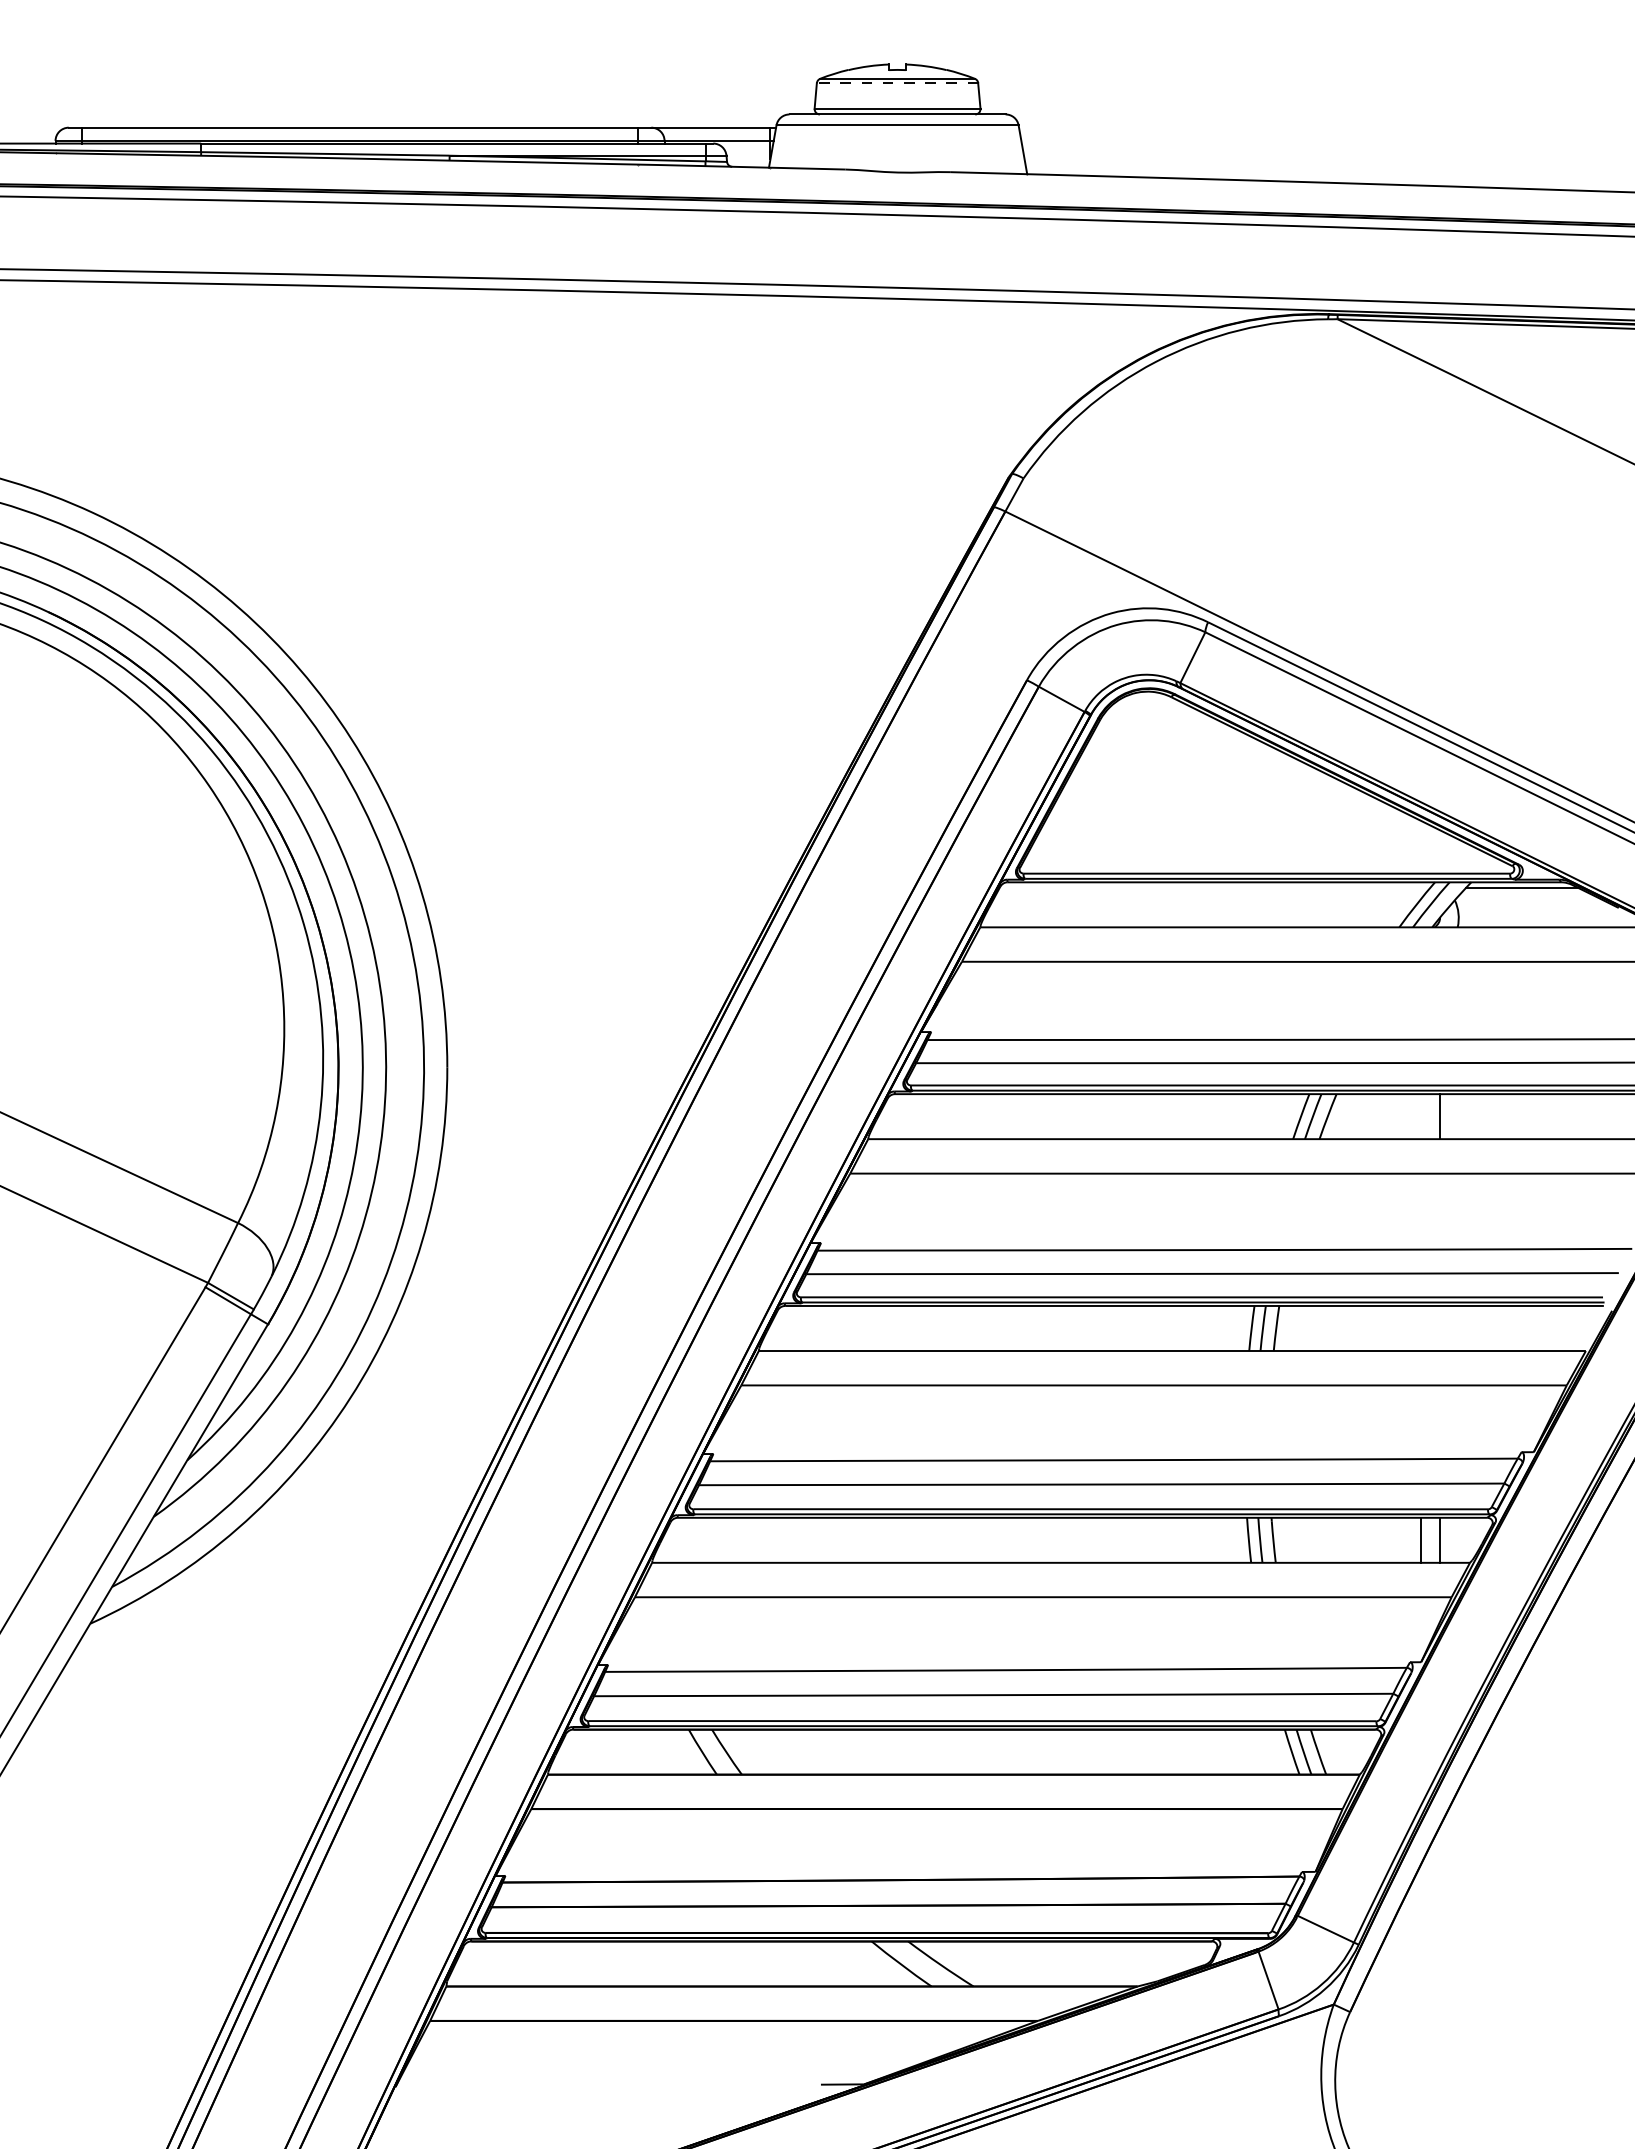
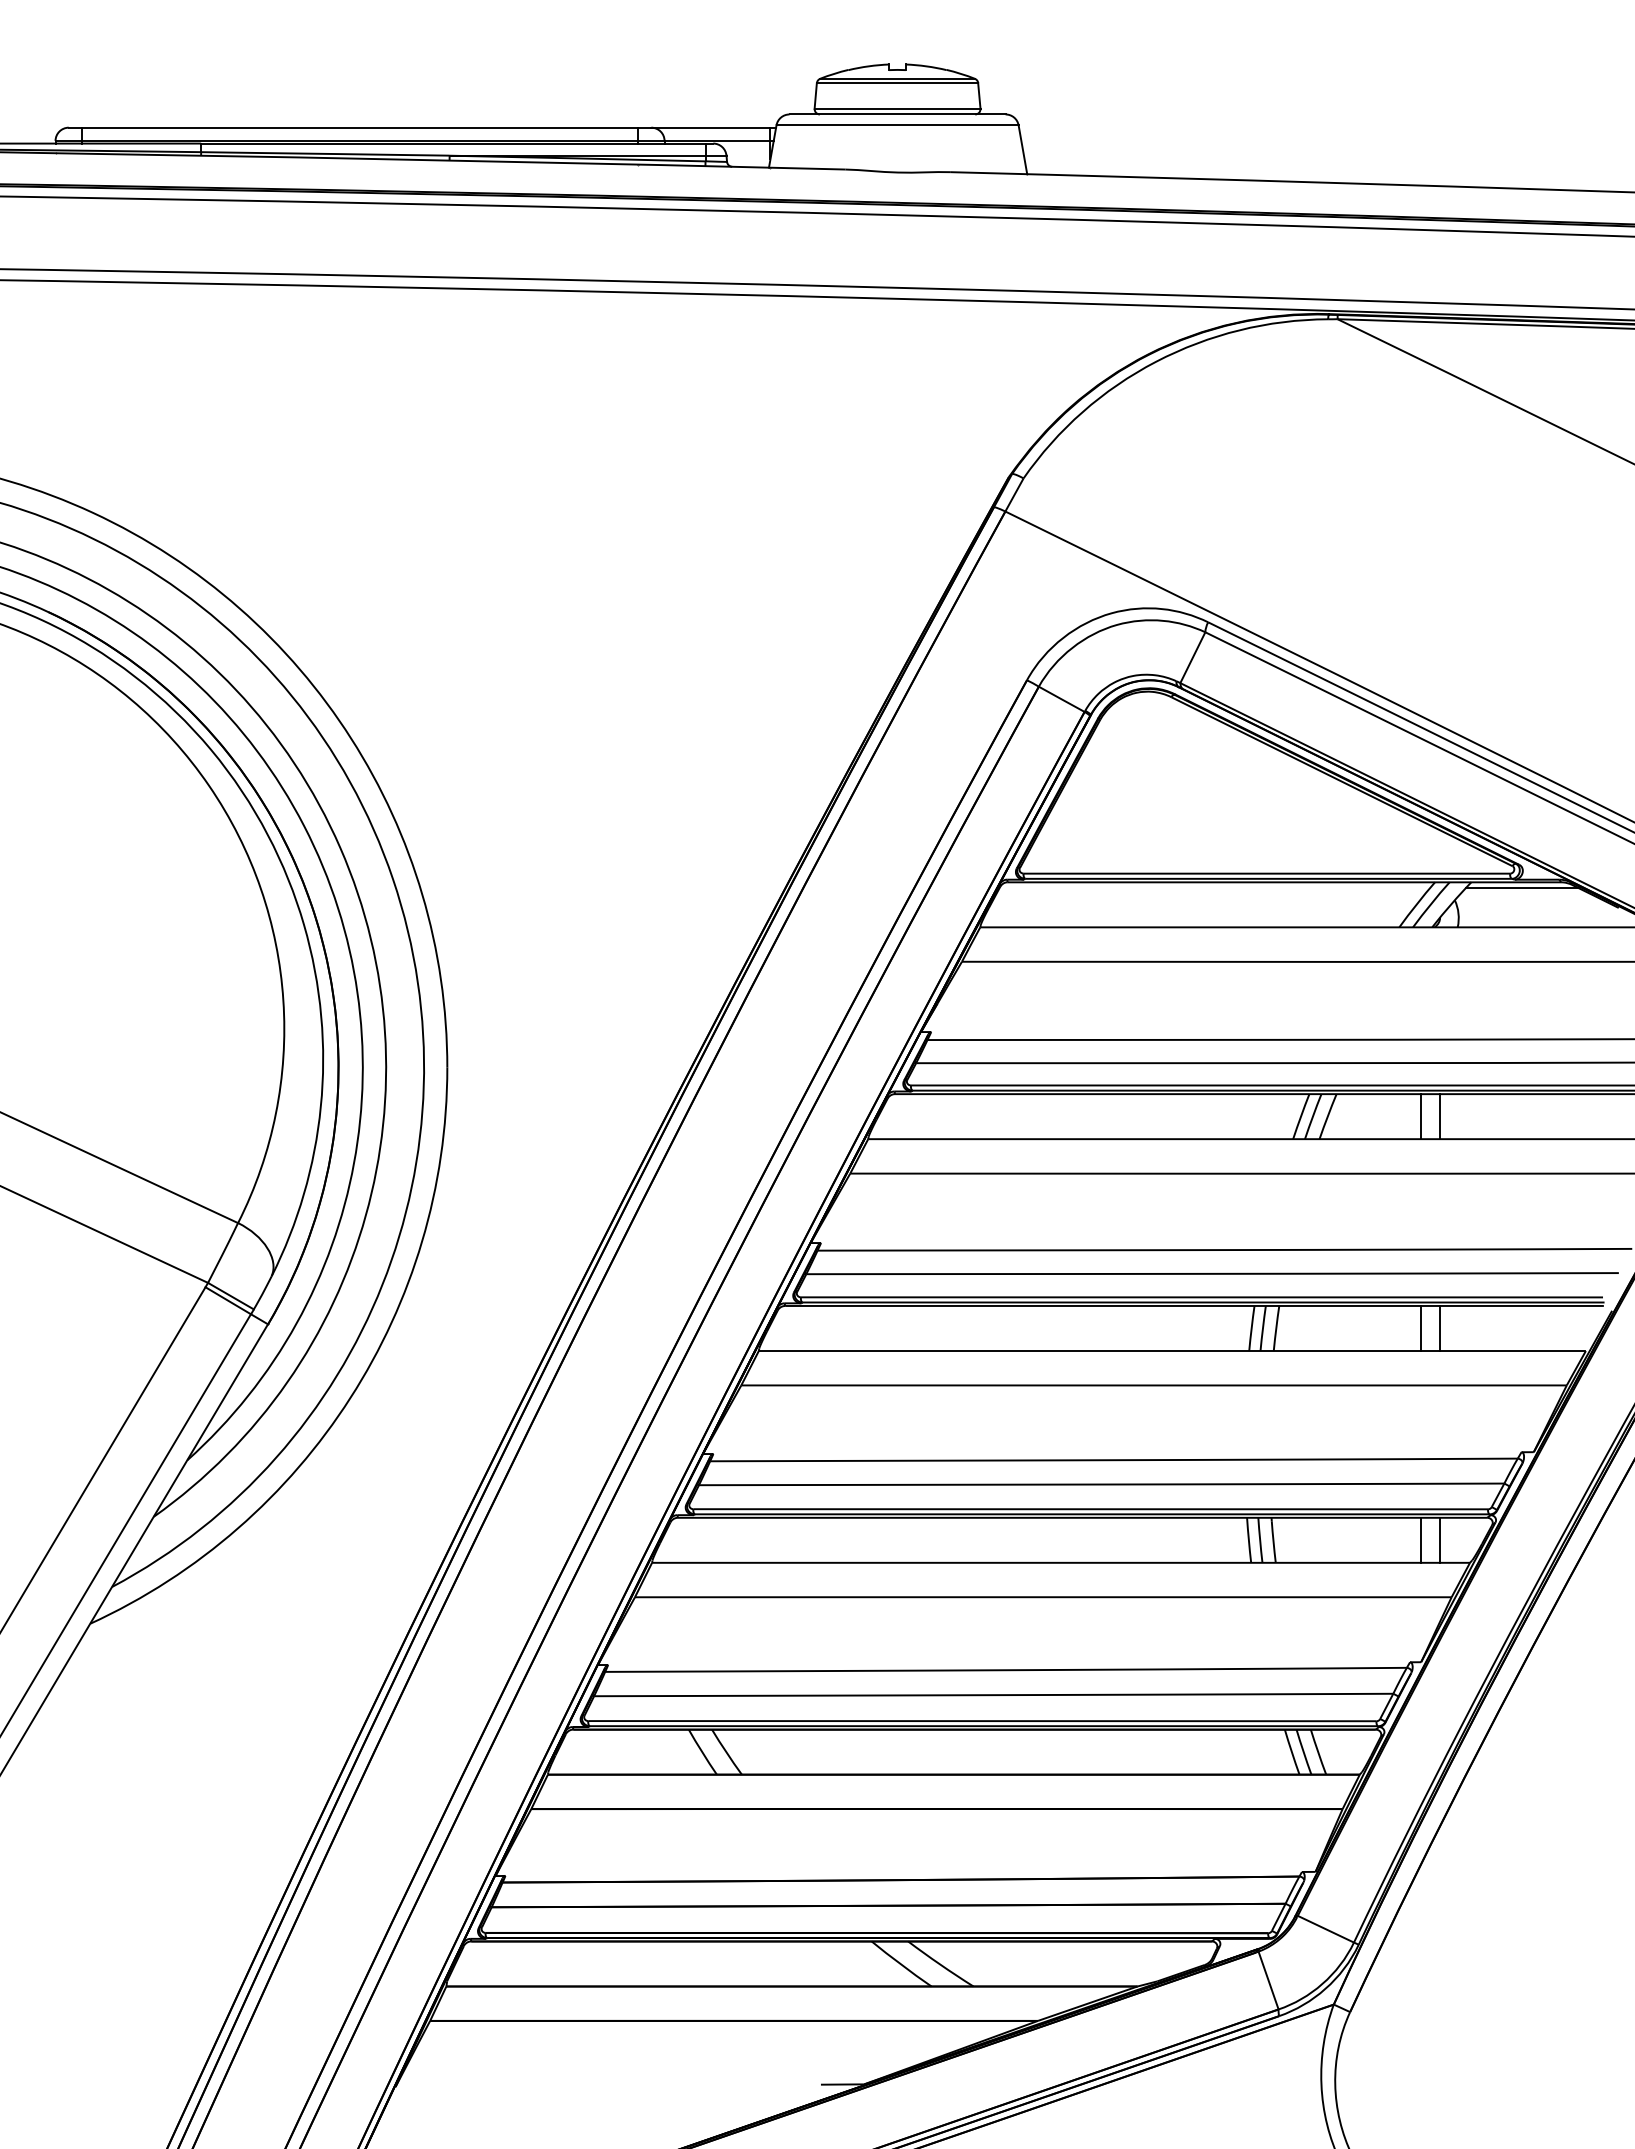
line at (897, 83): dashed -> solid
line at (1421, 1116): none -> present
line at (1421, 1328): none -> present
line at (1440, 1328): none -> present
